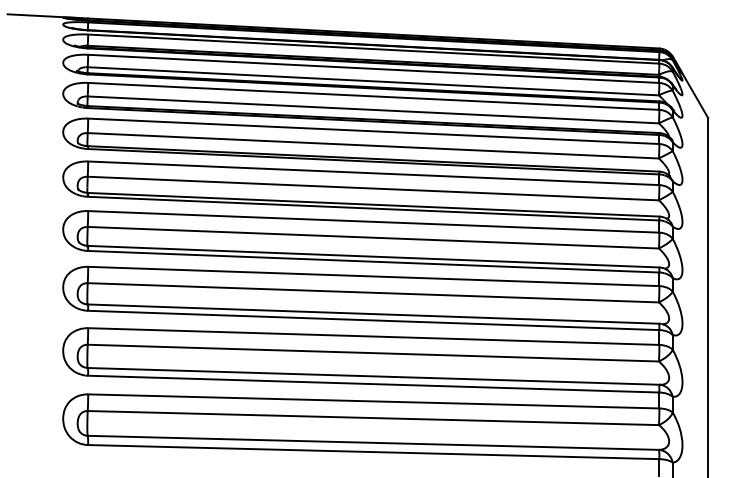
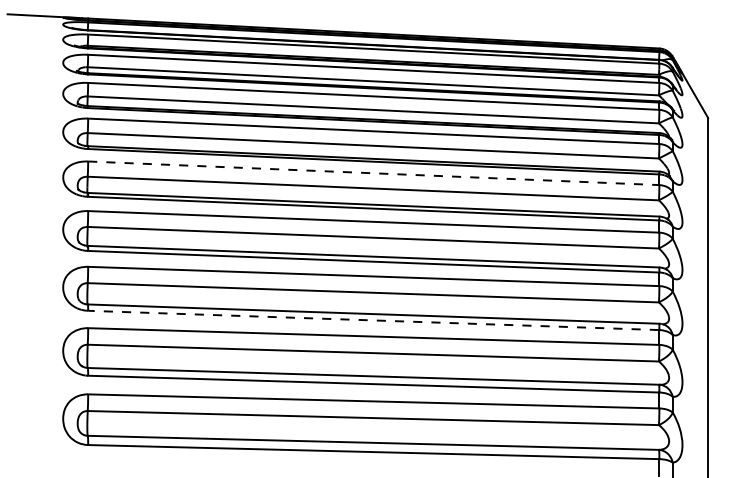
line at (373, 173): solid -> dashed
line at (373, 320): solid -> dashed
